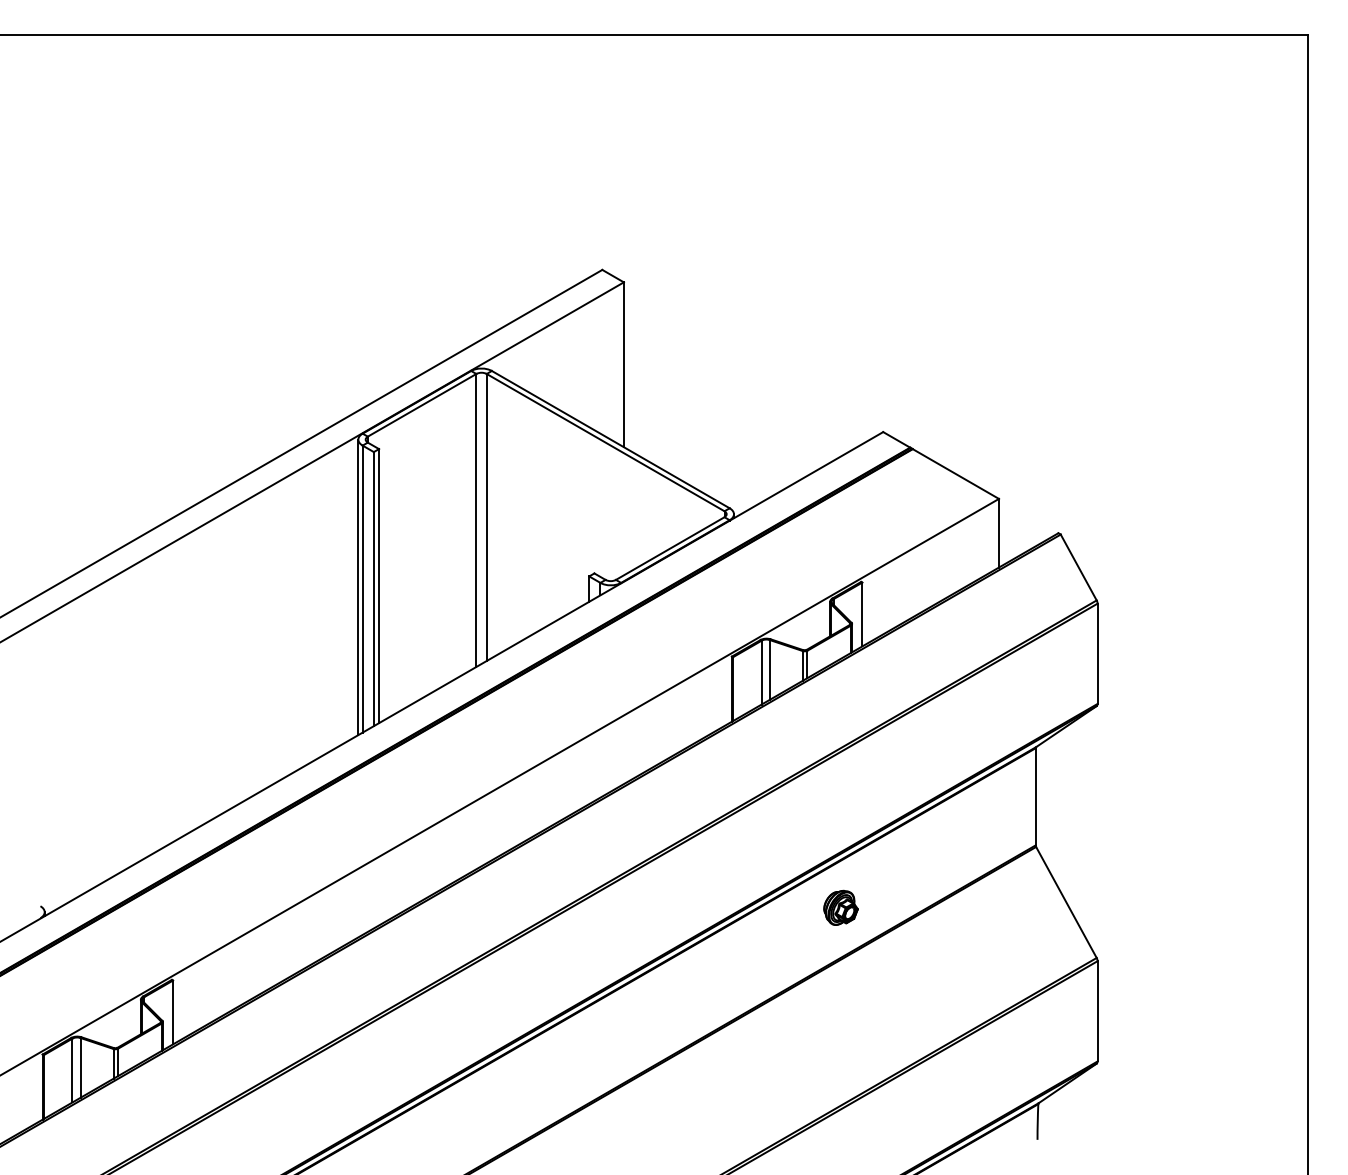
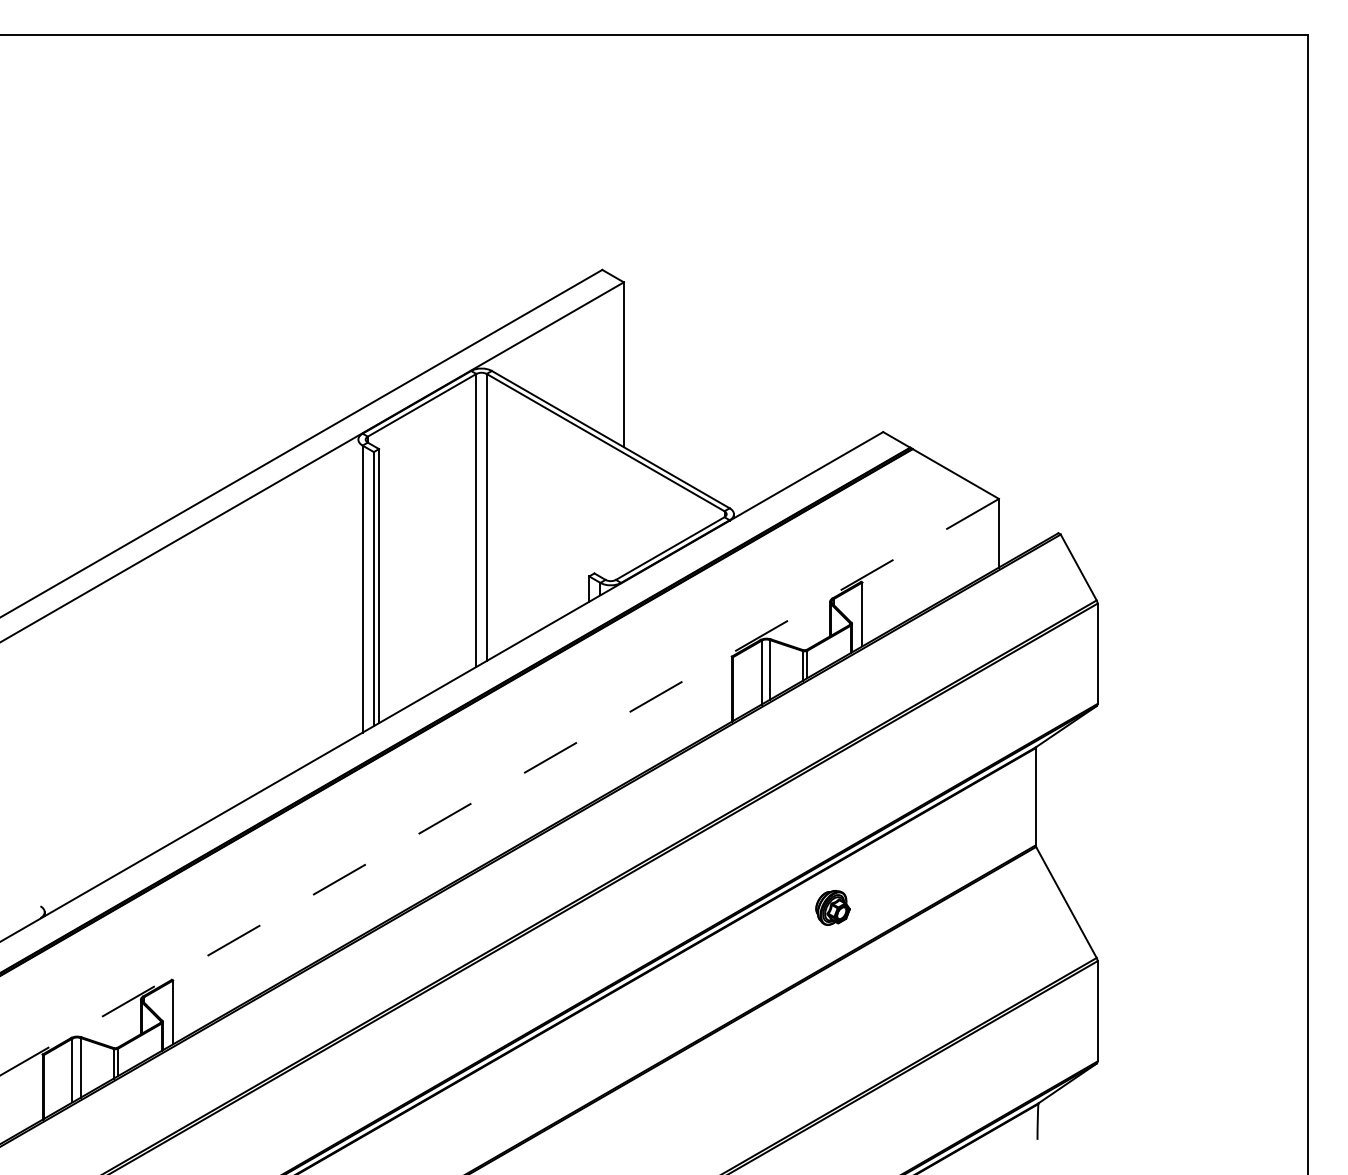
line at (358, 587): present -> none
line at (499, 787): solid -> dashed
part at (840, 907) position: (840, 907) -> (832, 907)
